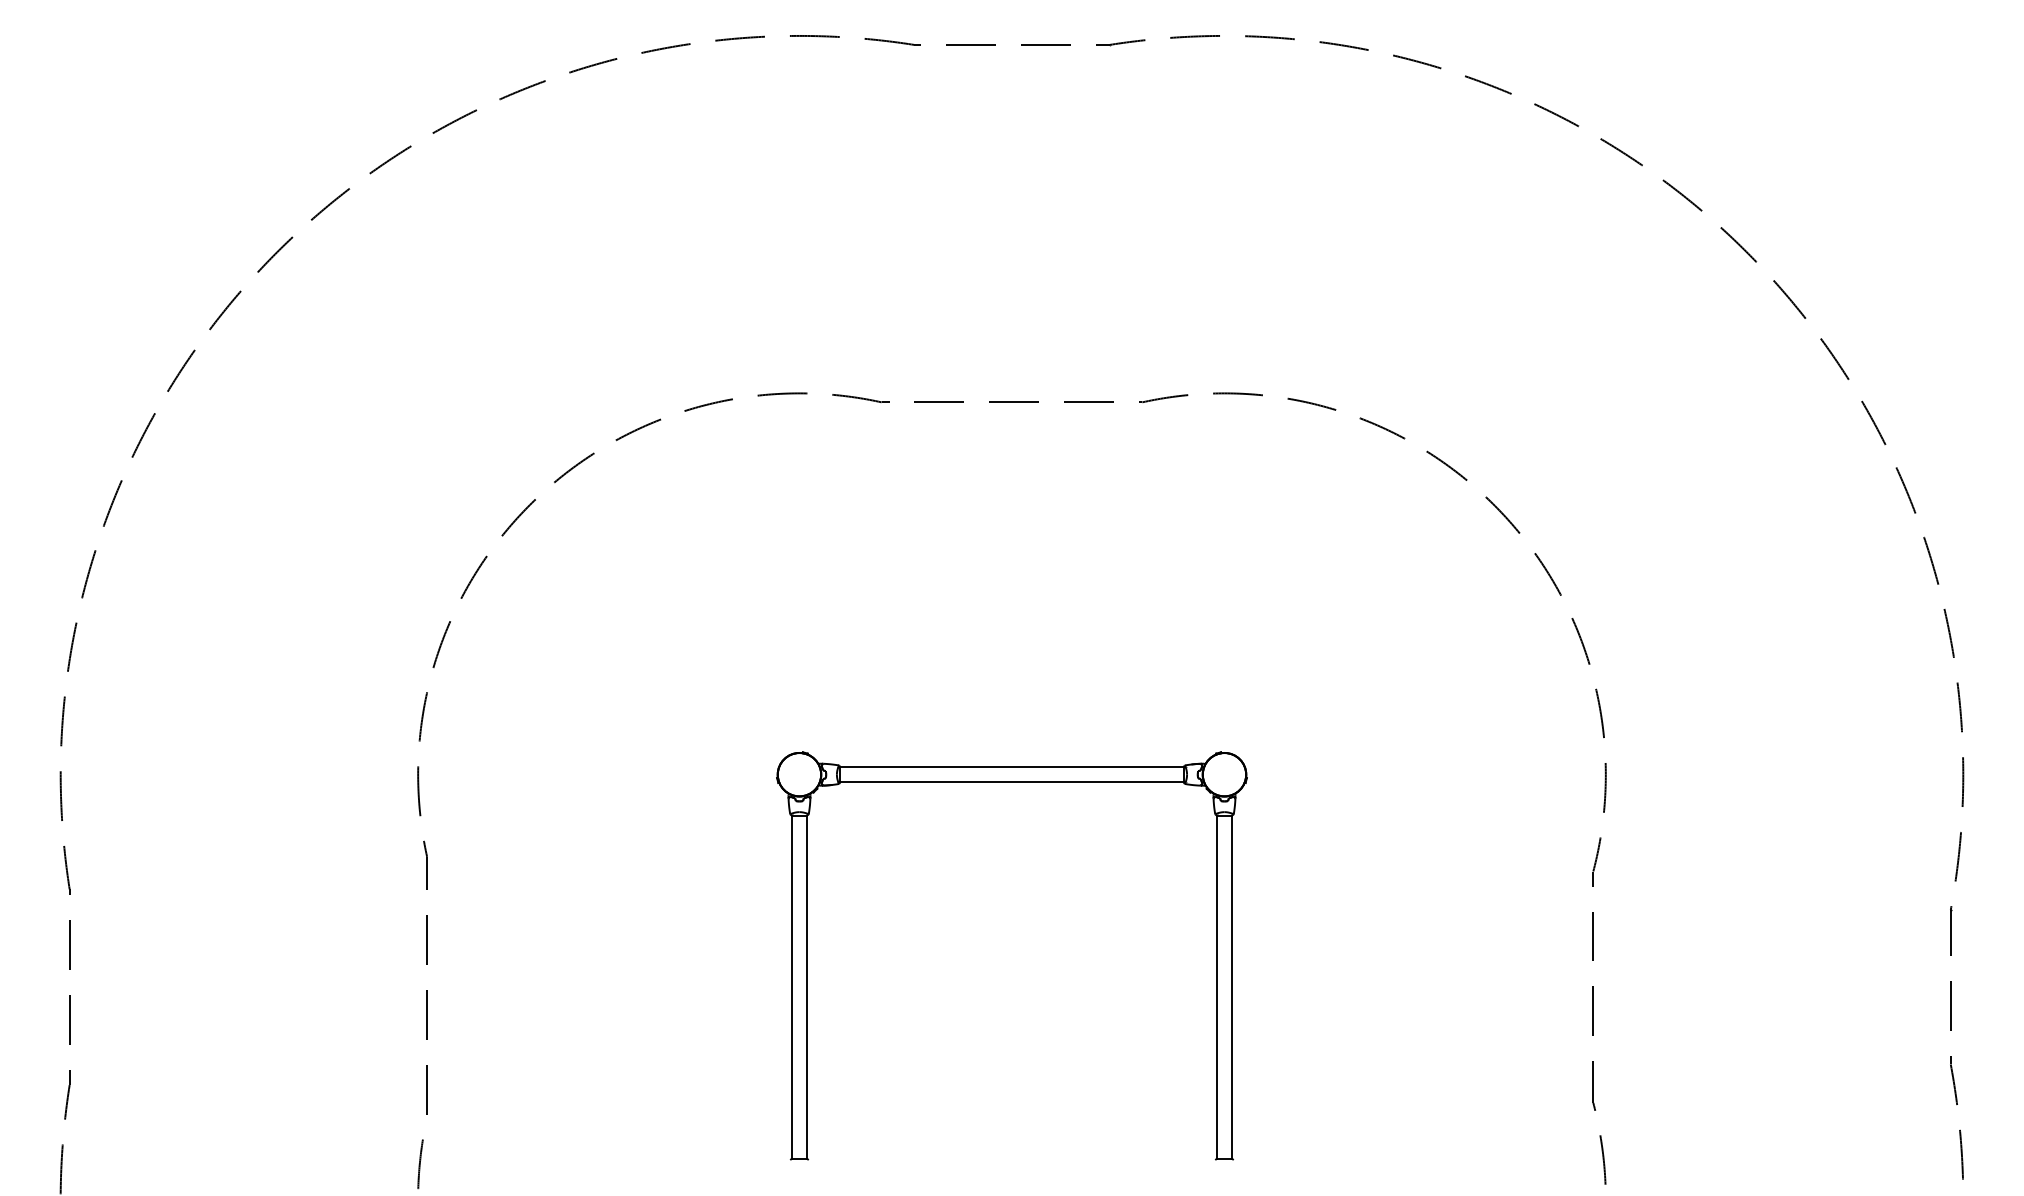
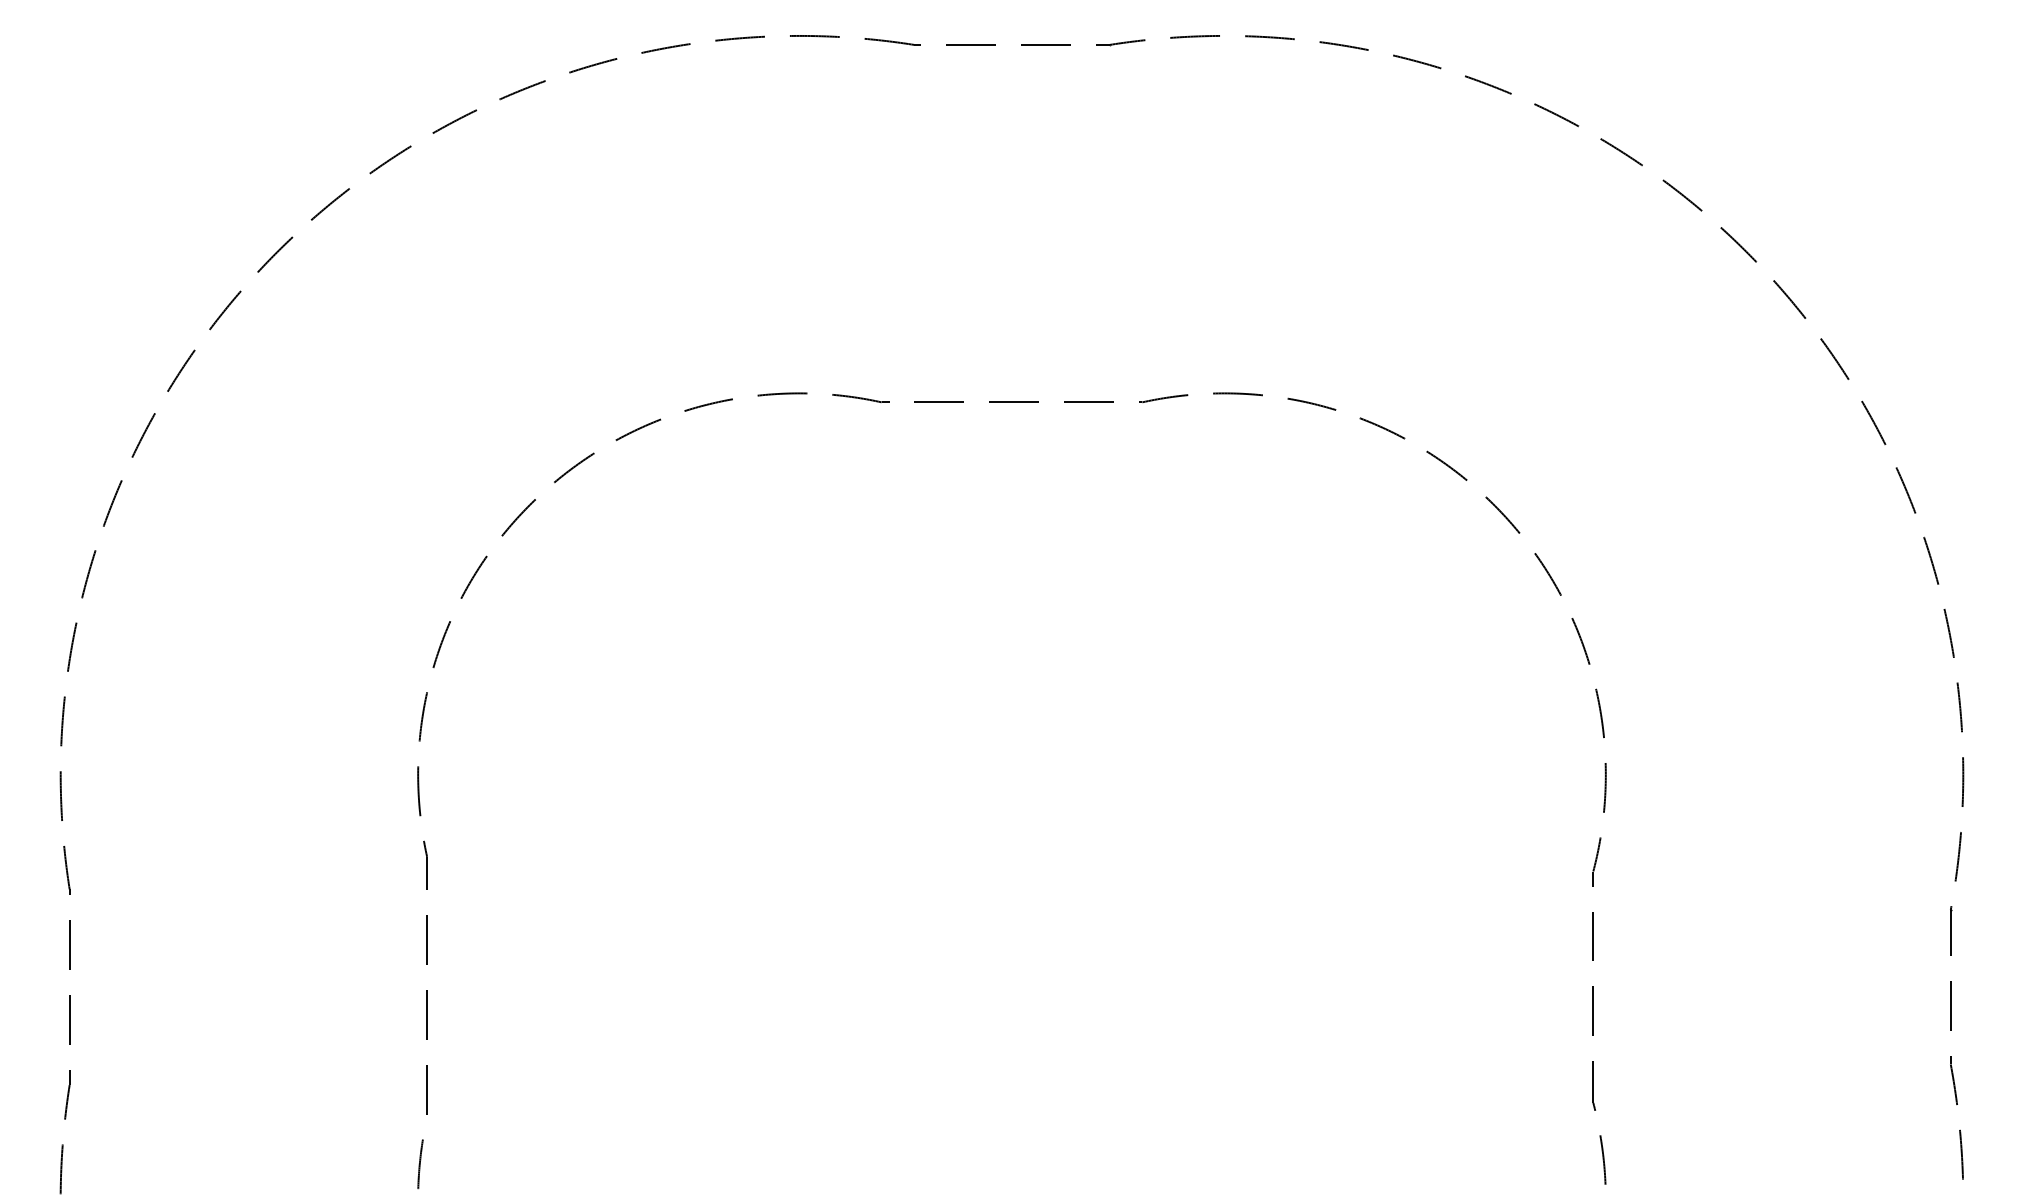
part at (1011, 782): present -> none
